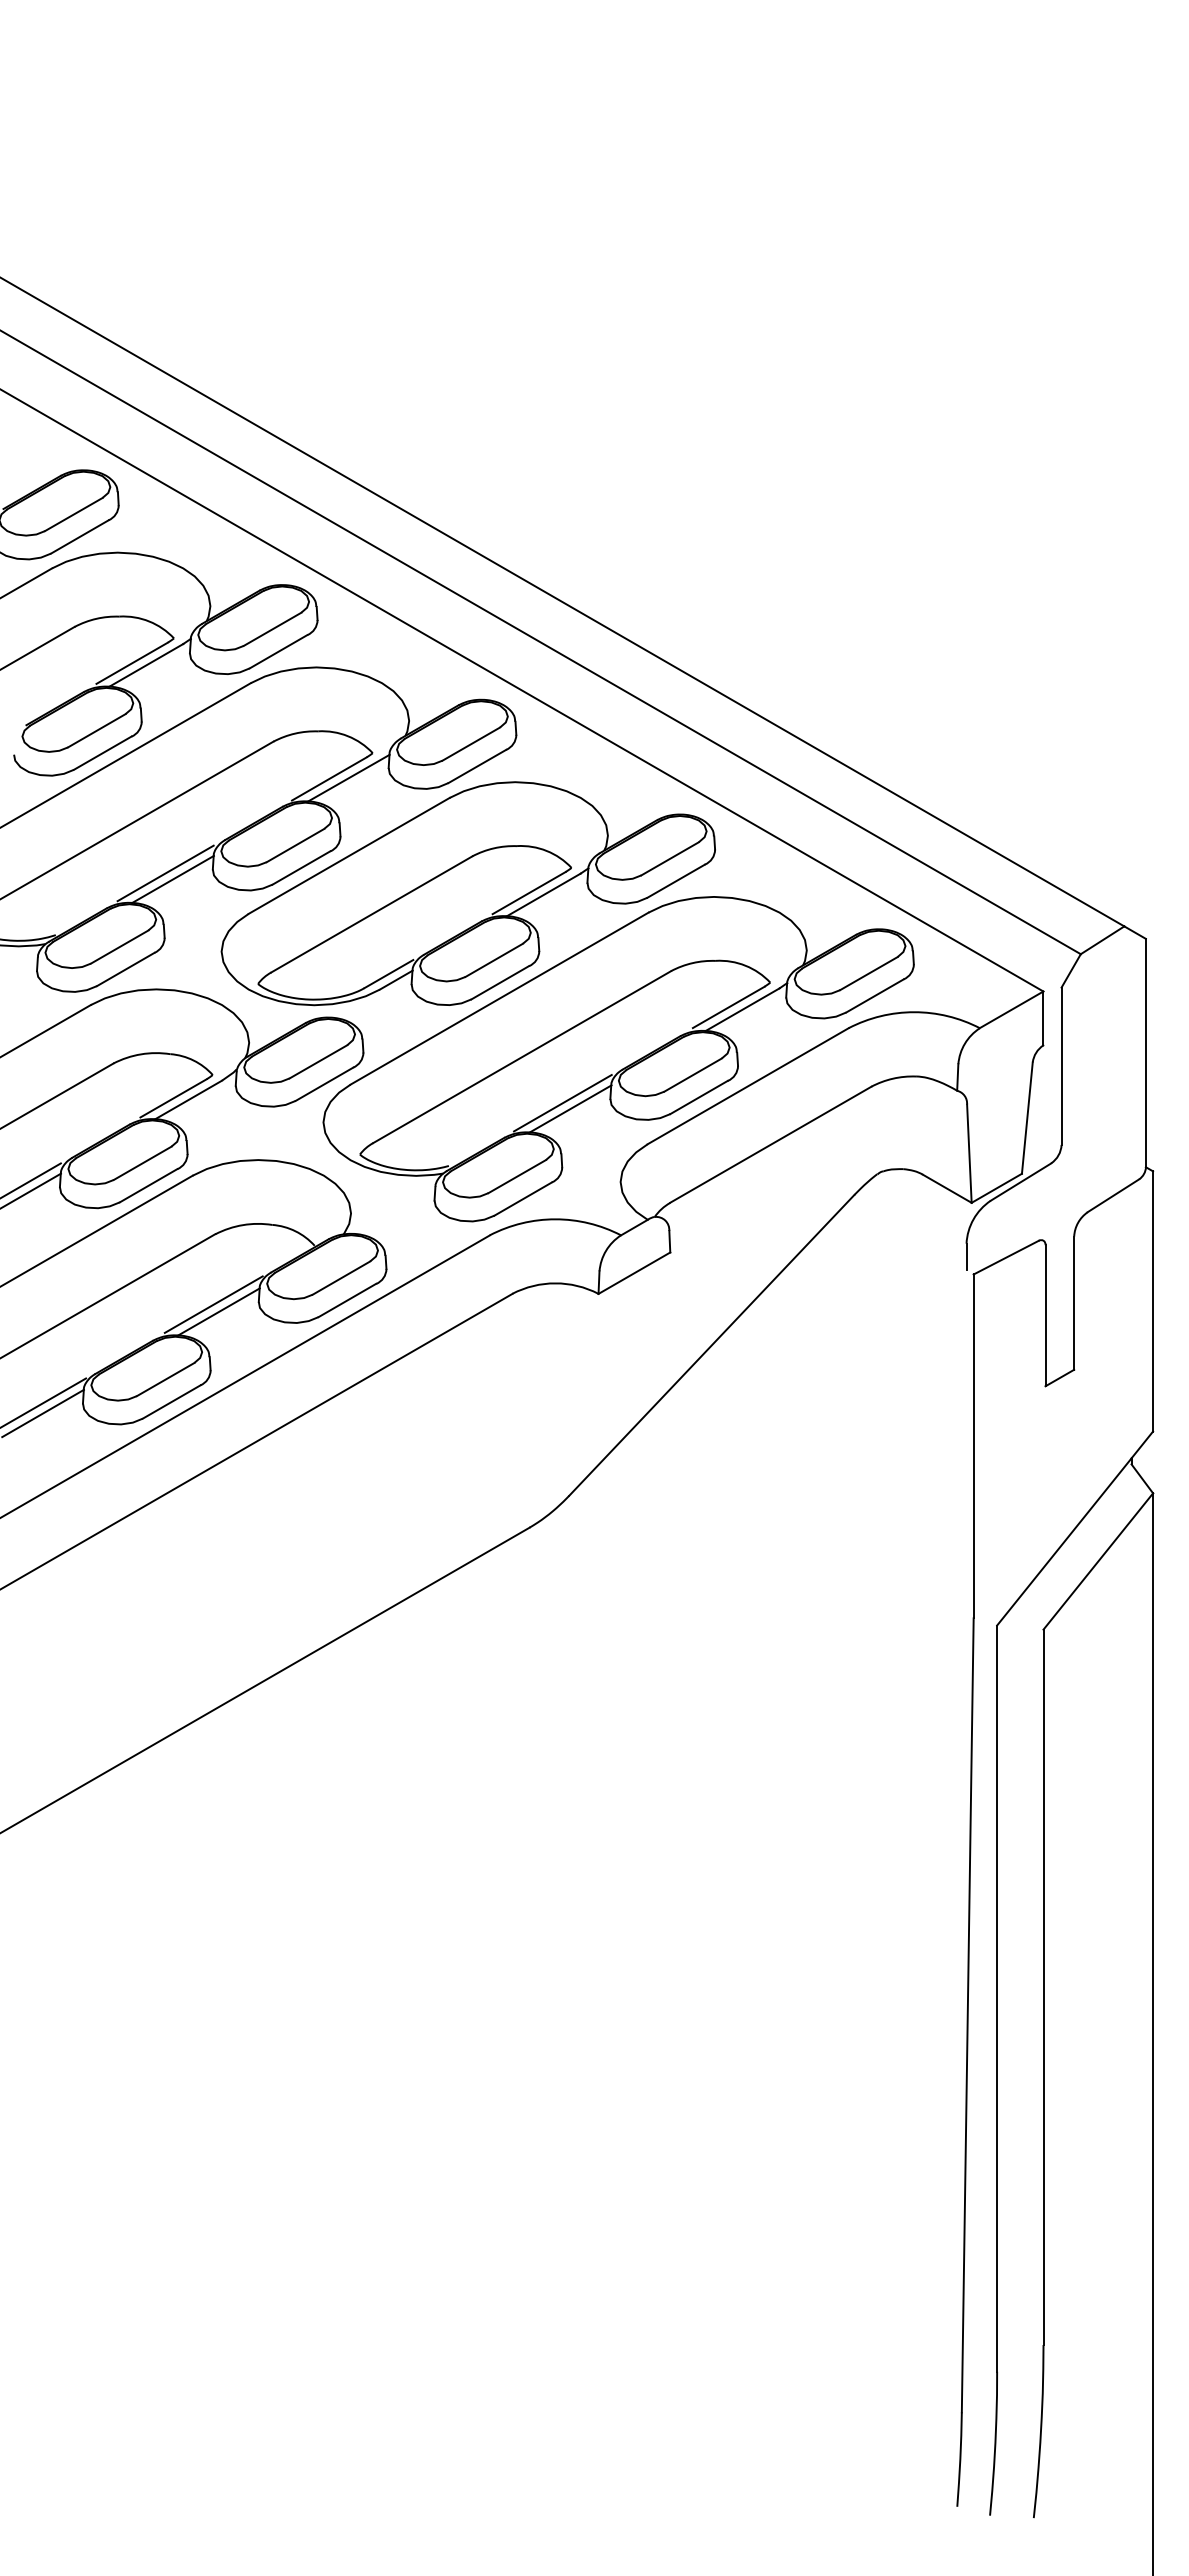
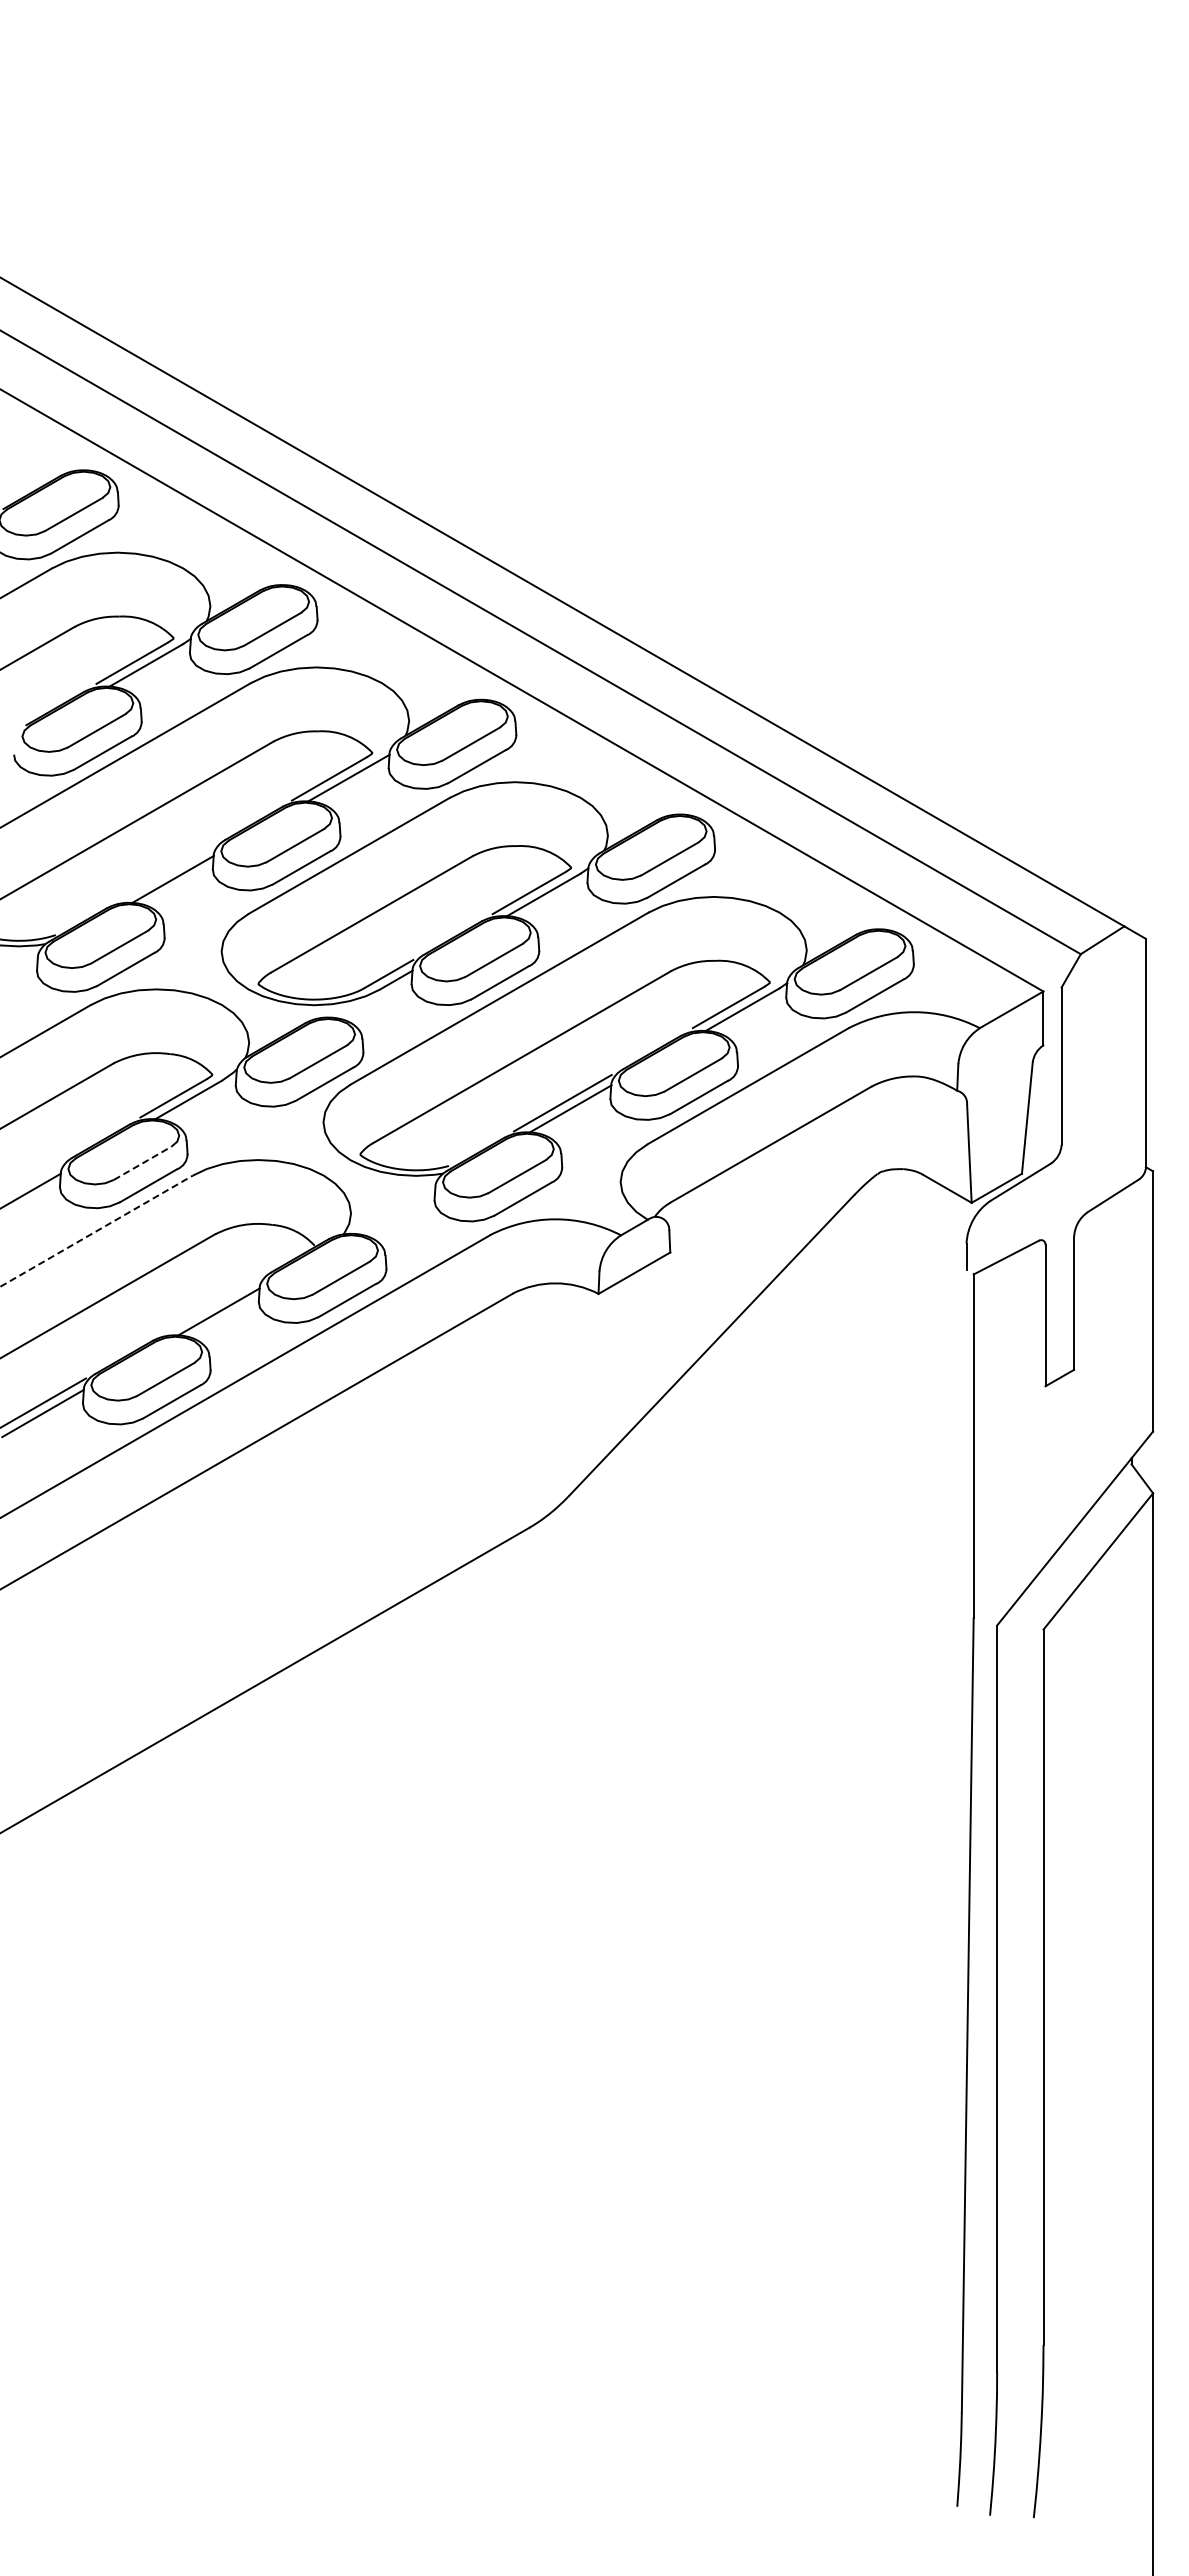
line at (165, 873): present -> none
line at (143, 1163): solid -> dashed
line at (31, 1180): present -> none
line at (96, 1231): solid -> dashed
line at (213, 1304): present -> none
